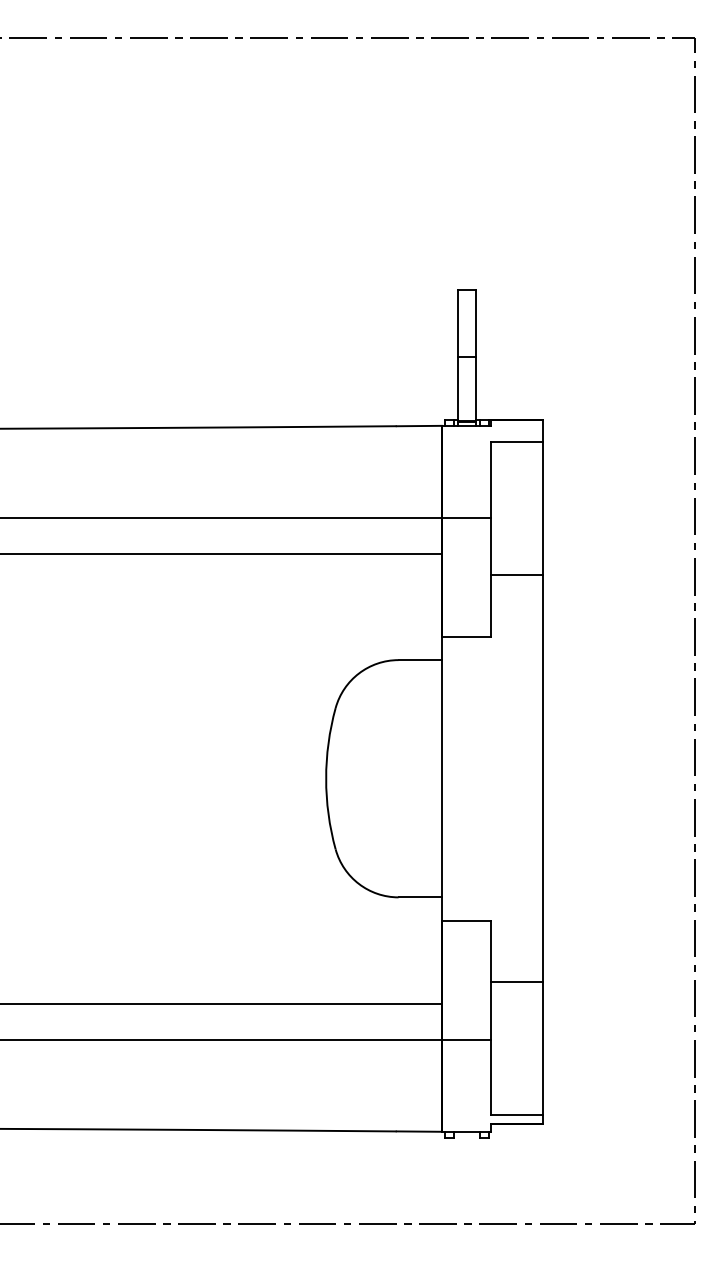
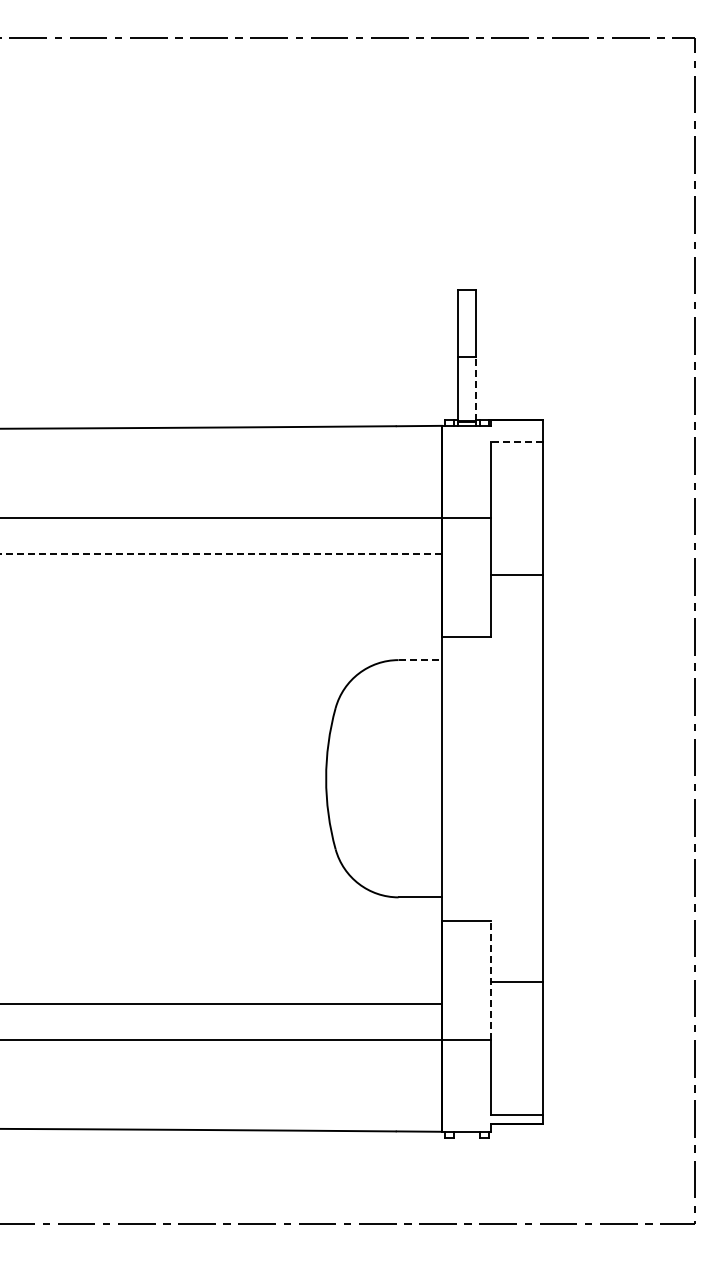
line at (475, 388): solid -> dashed
line at (516, 442): solid -> dashed
line at (220, 553): solid -> dashed
line at (420, 660): solid -> dashed
line at (491, 979): solid -> dashed
